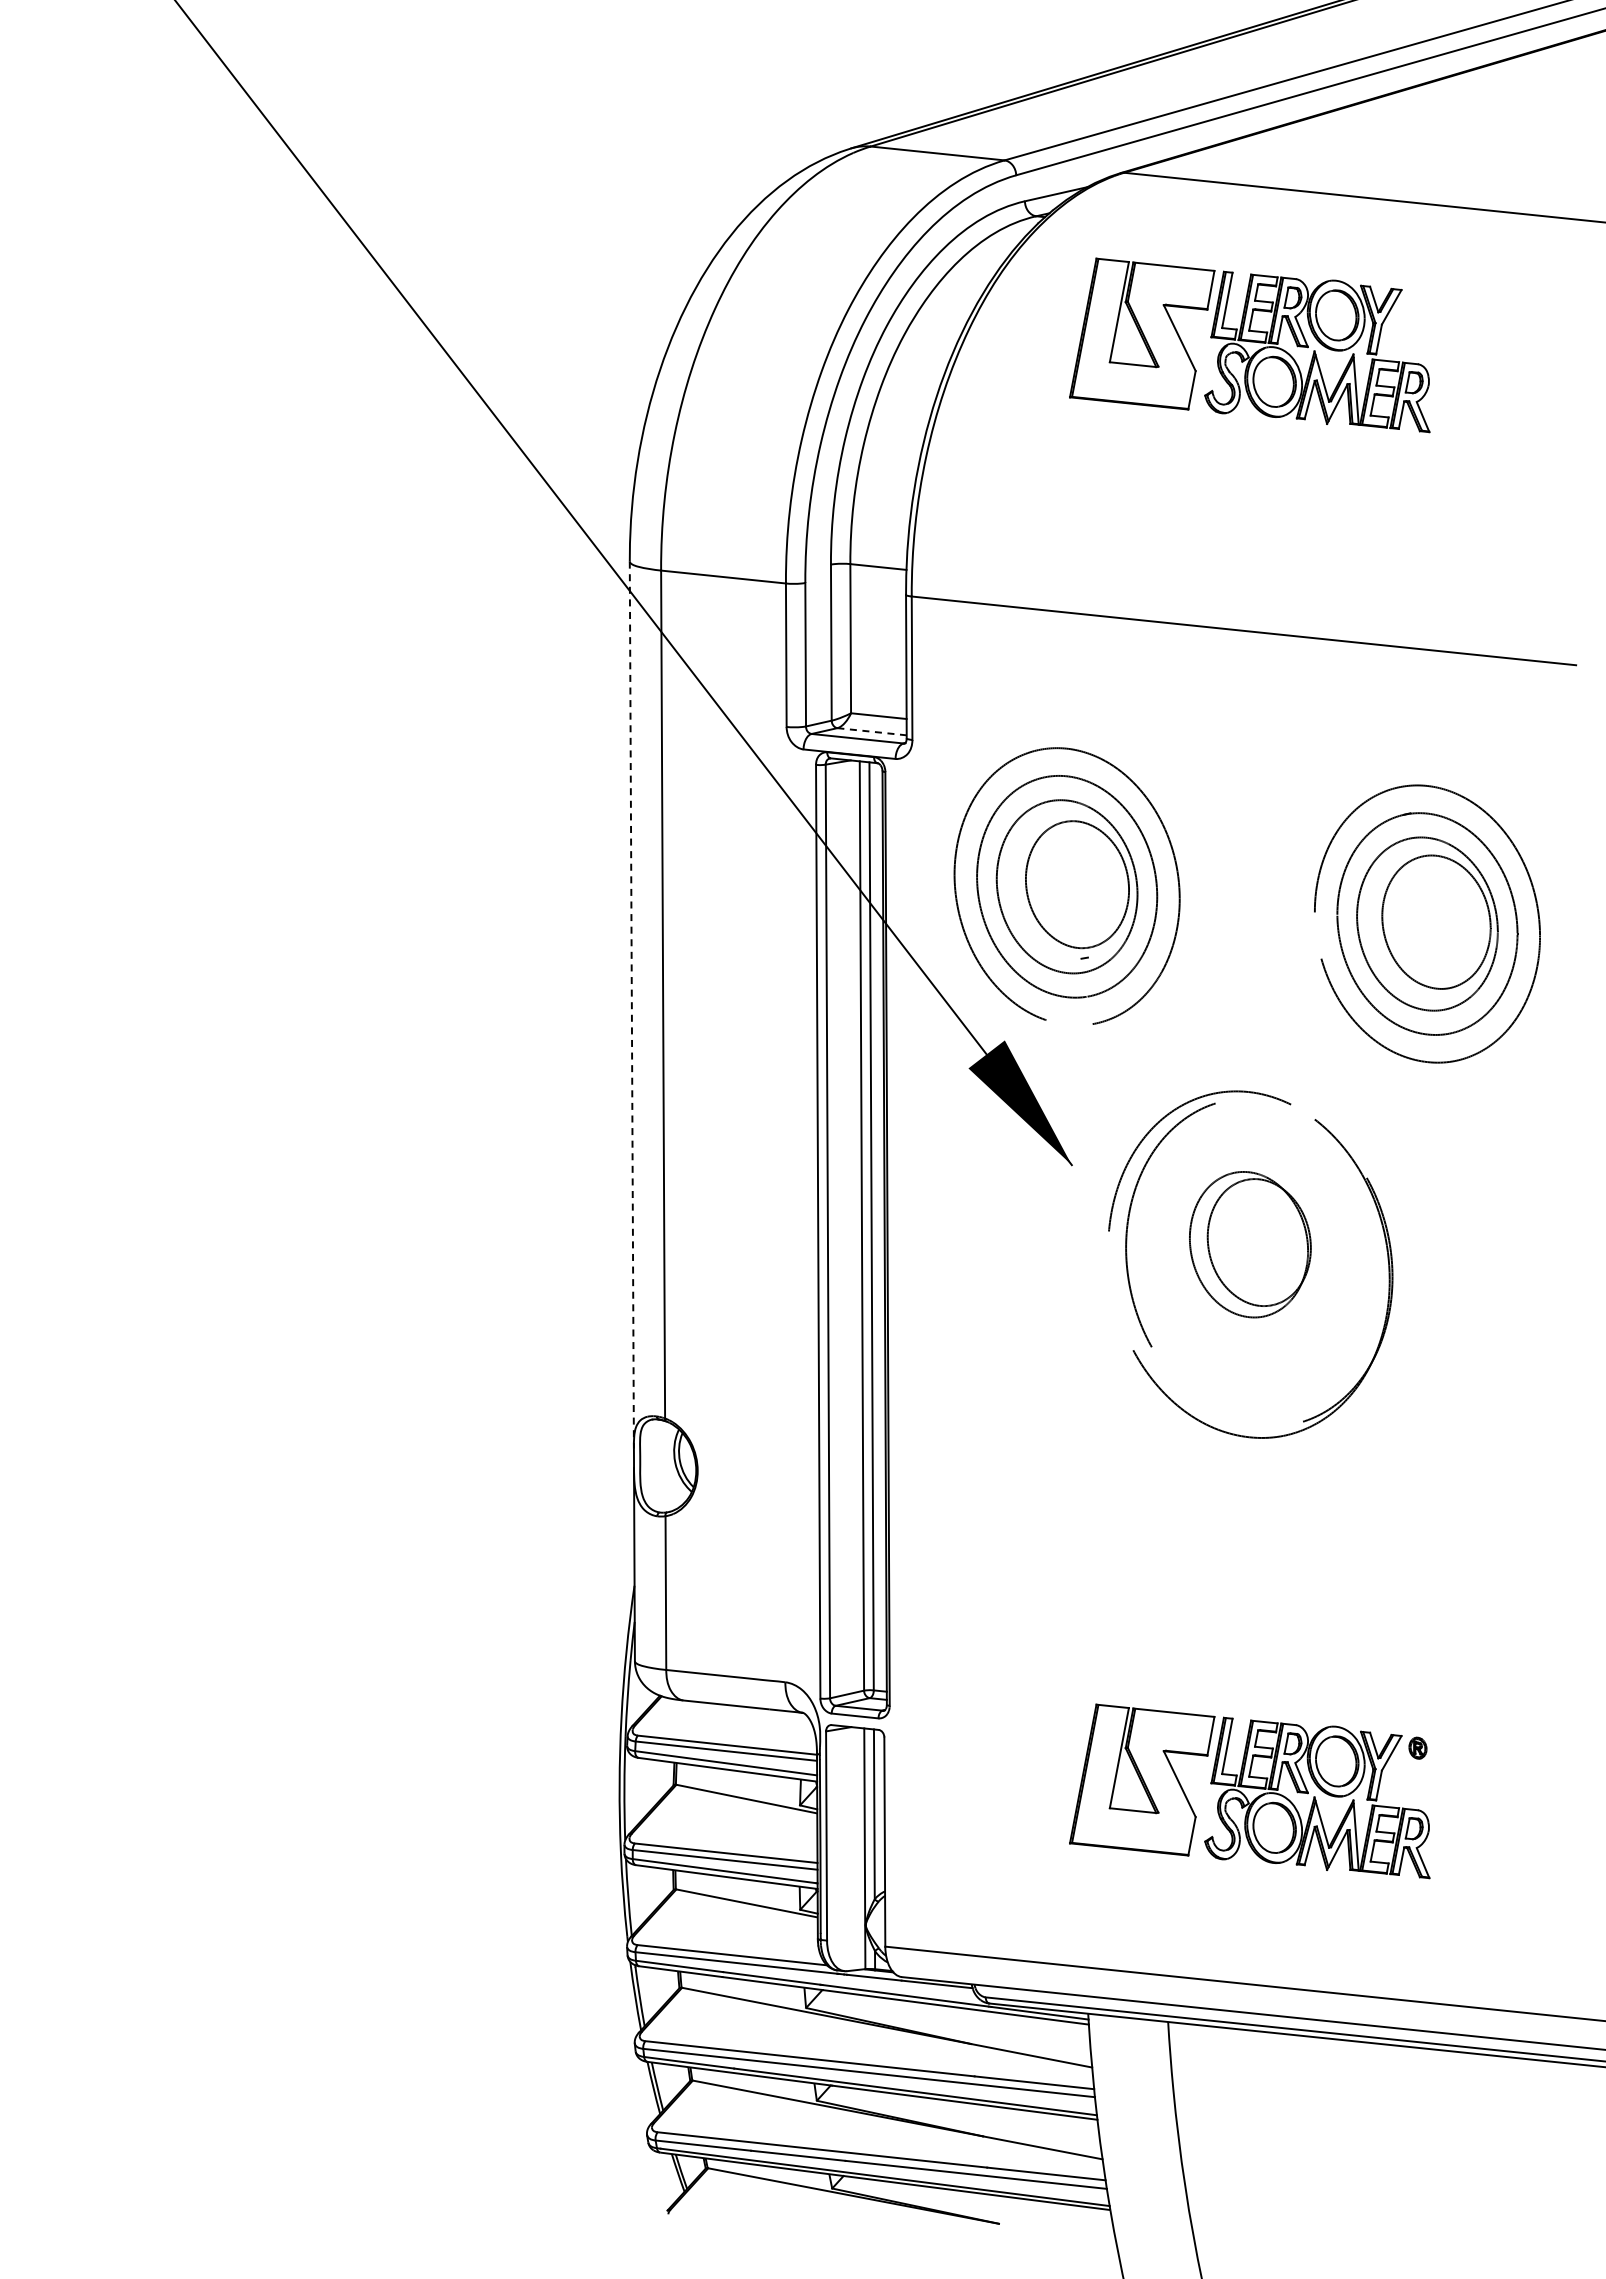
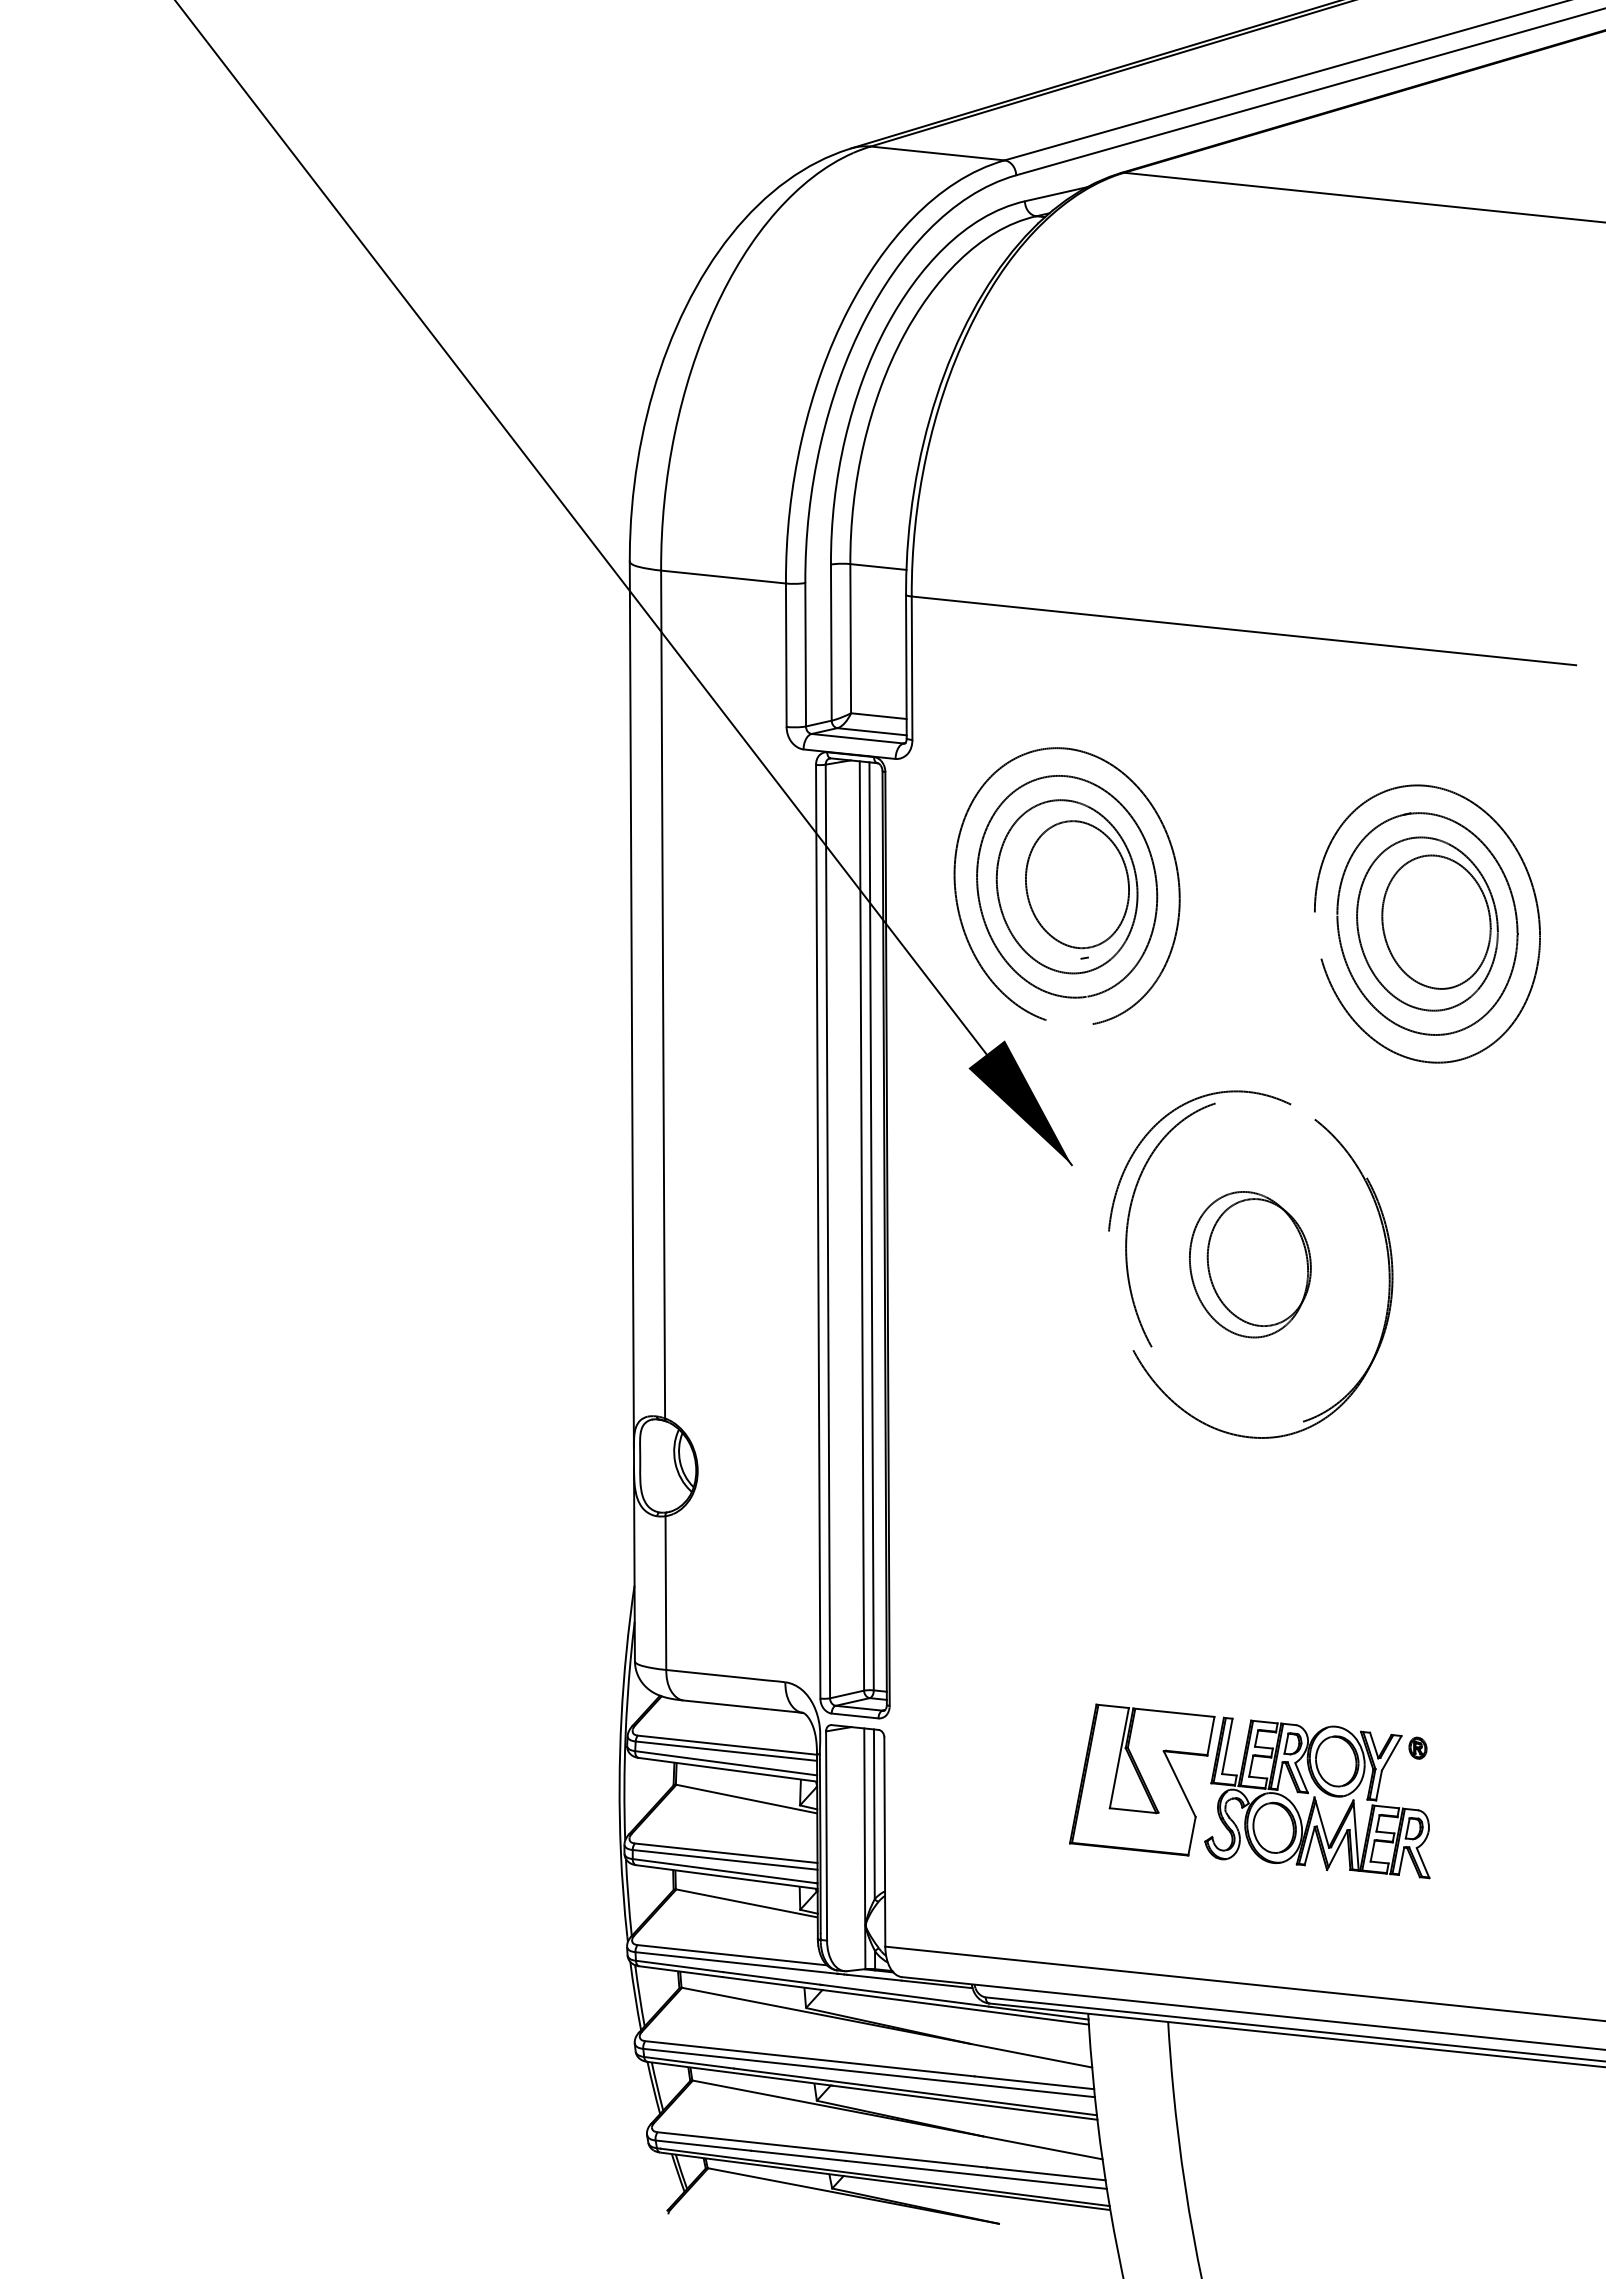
part at (1249, 345): present -> none
line at (872, 731): dashed -> solid
line at (631, 1005): dashed -> solid
part at (1250, 1244) position: (1250, 1244) -> (1250, 1264)
